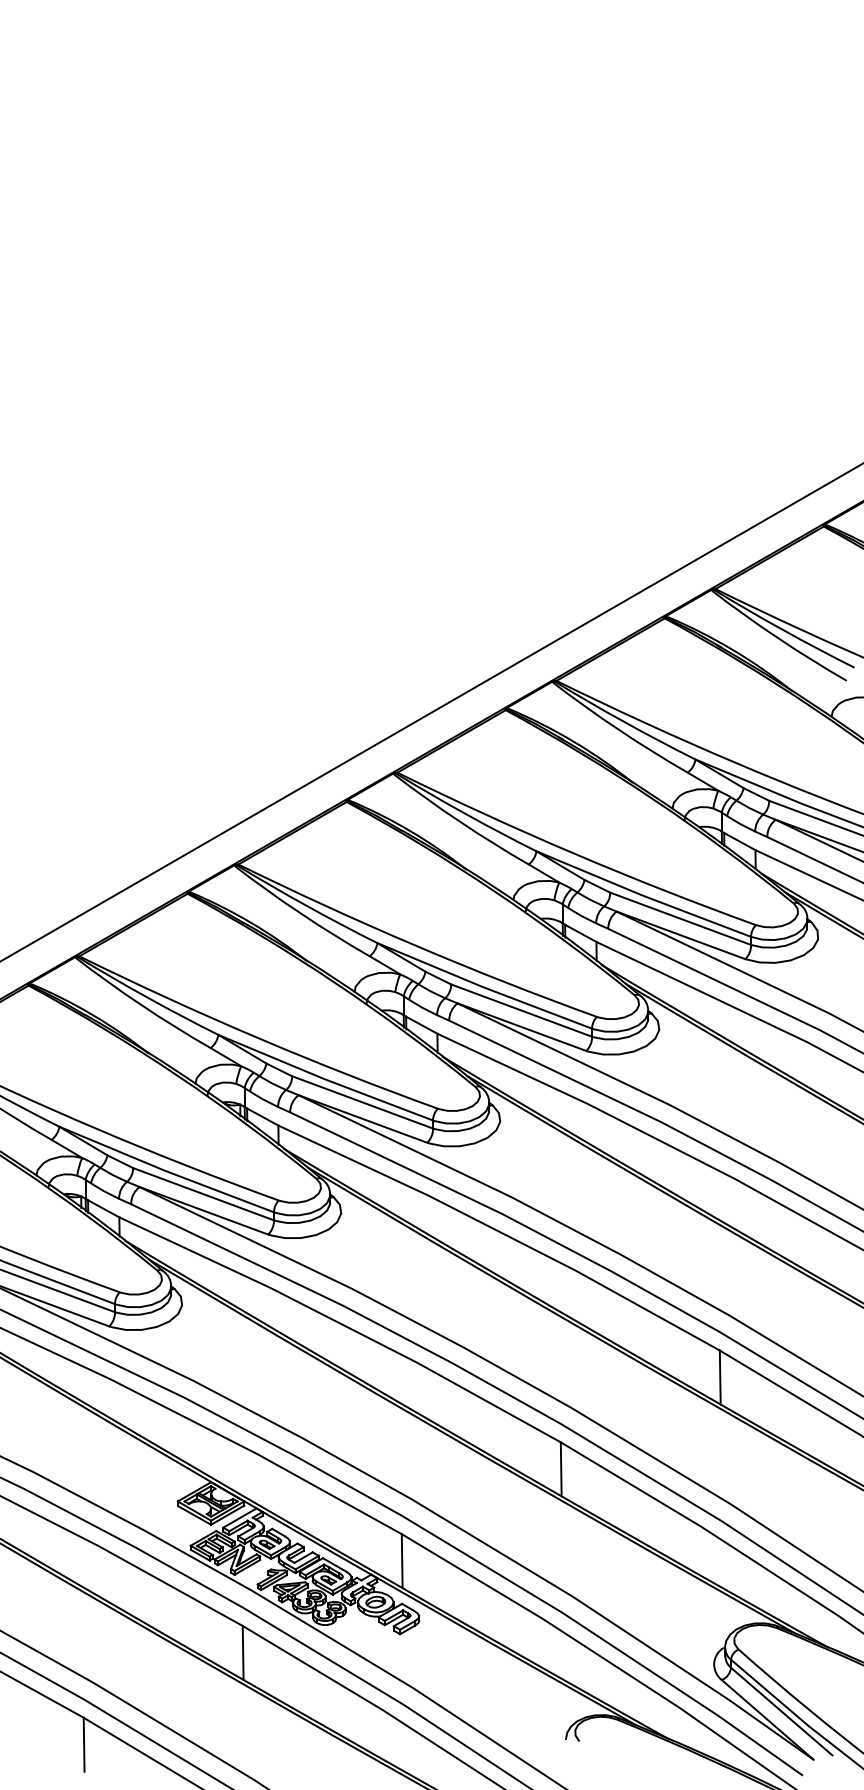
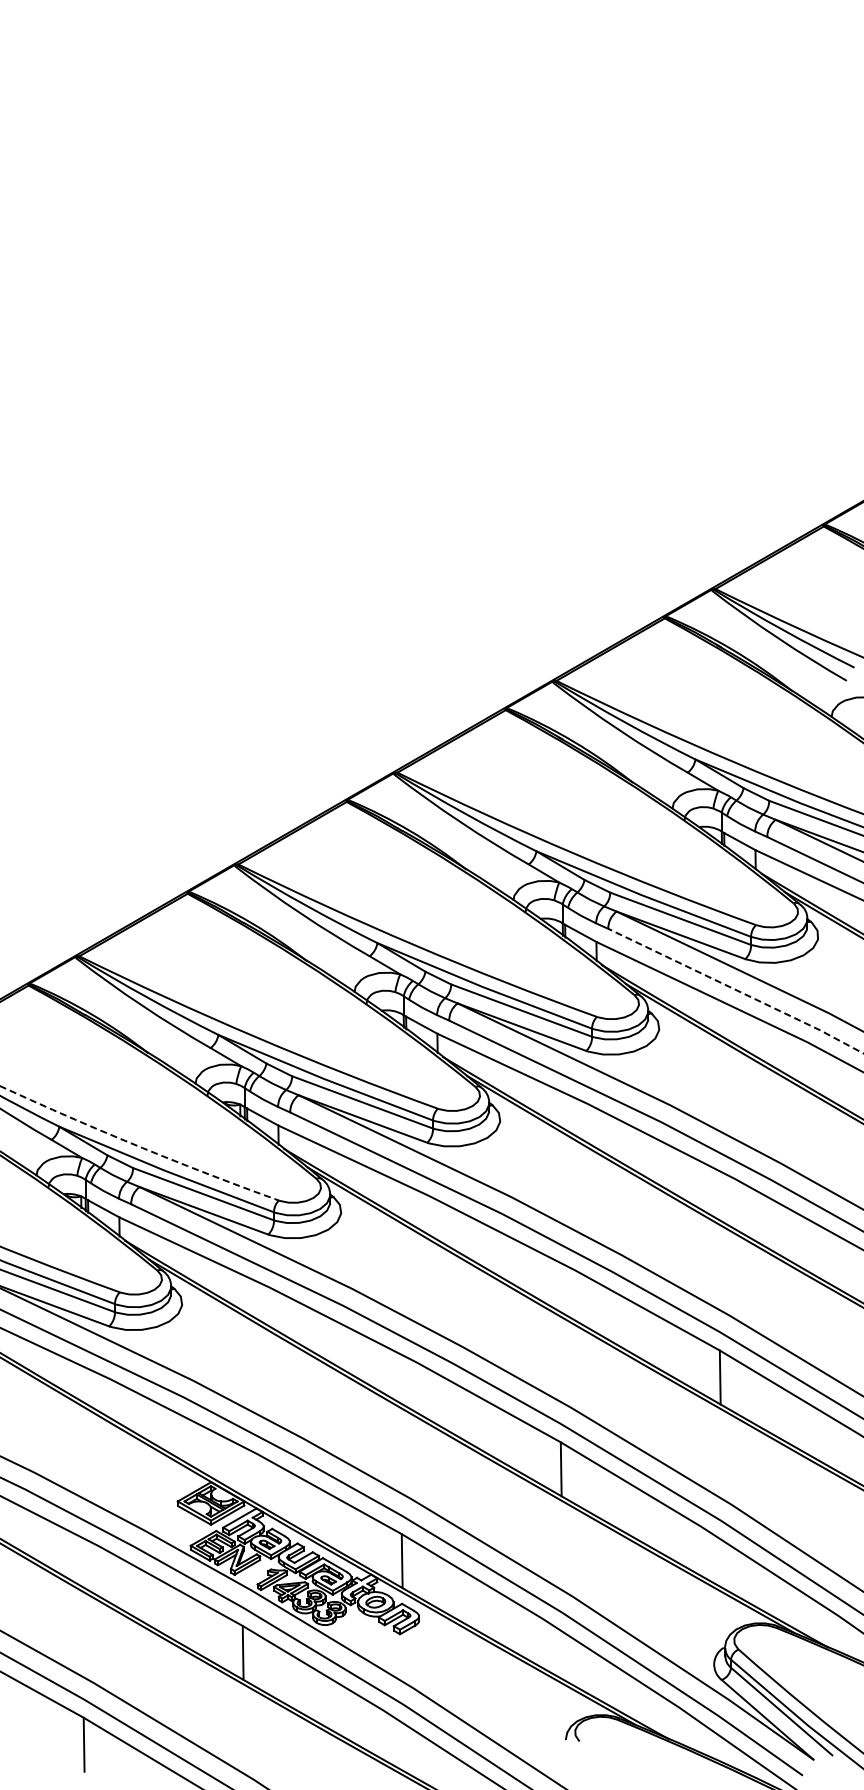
line at (431, 712): present -> none
line at (736, 990): solid -> dashed
arc at (138, 1146): solid -> dashed
